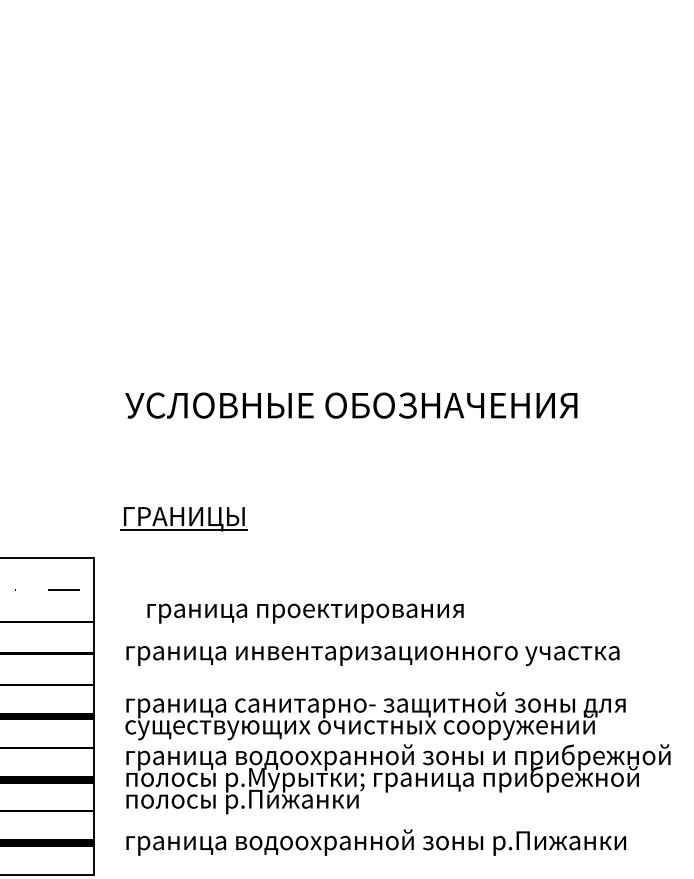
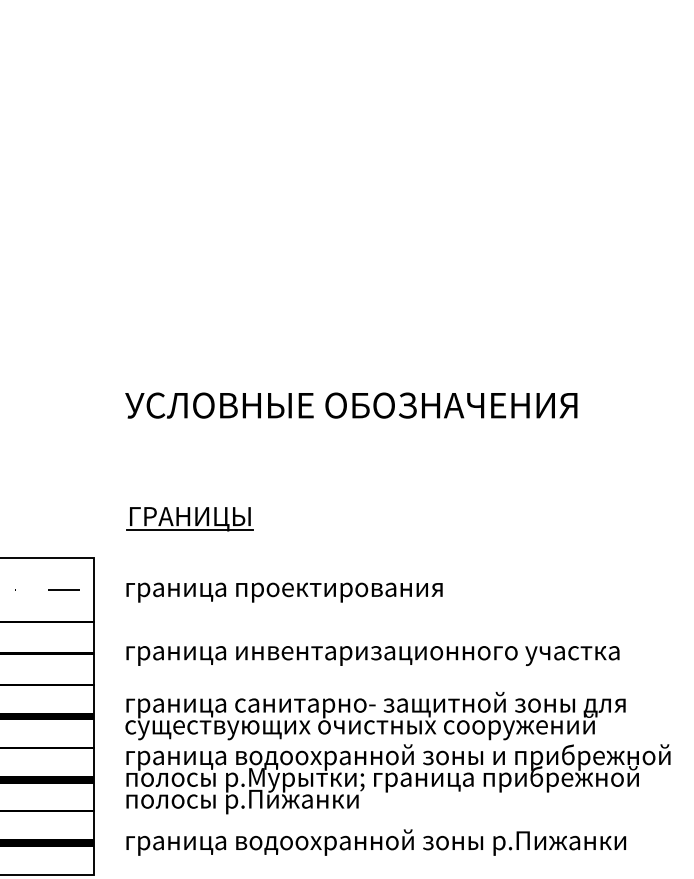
part at (183, 519) position: (183, 519) -> (189, 519)
text at (305, 613) position: (305, 613) -> (284, 592)
